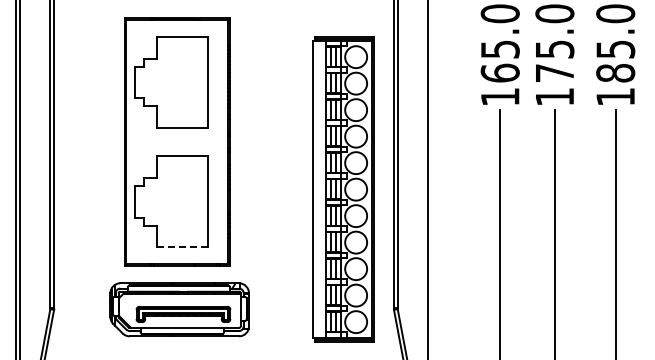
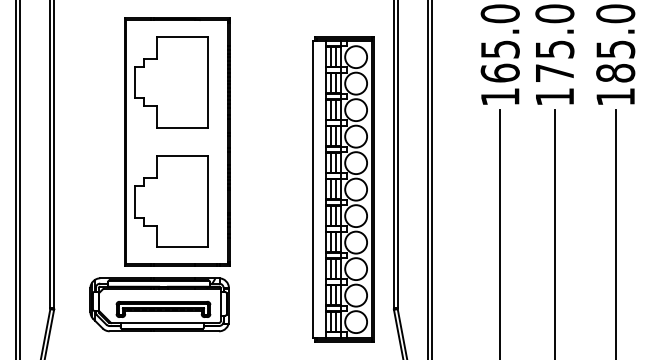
line at (432, 179): none -> present
line at (182, 247): dashed -> solid
part at (179, 309) position: (179, 309) -> (159, 304)
